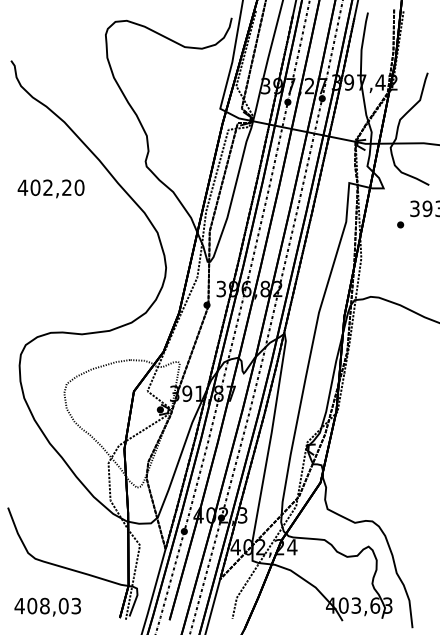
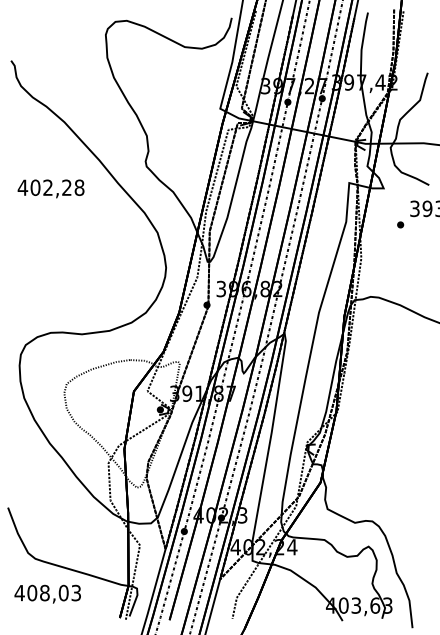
text at (79, 187): 402,20 -> 402,28
text at (47, 606) position: (47, 606) -> (47, 593)
